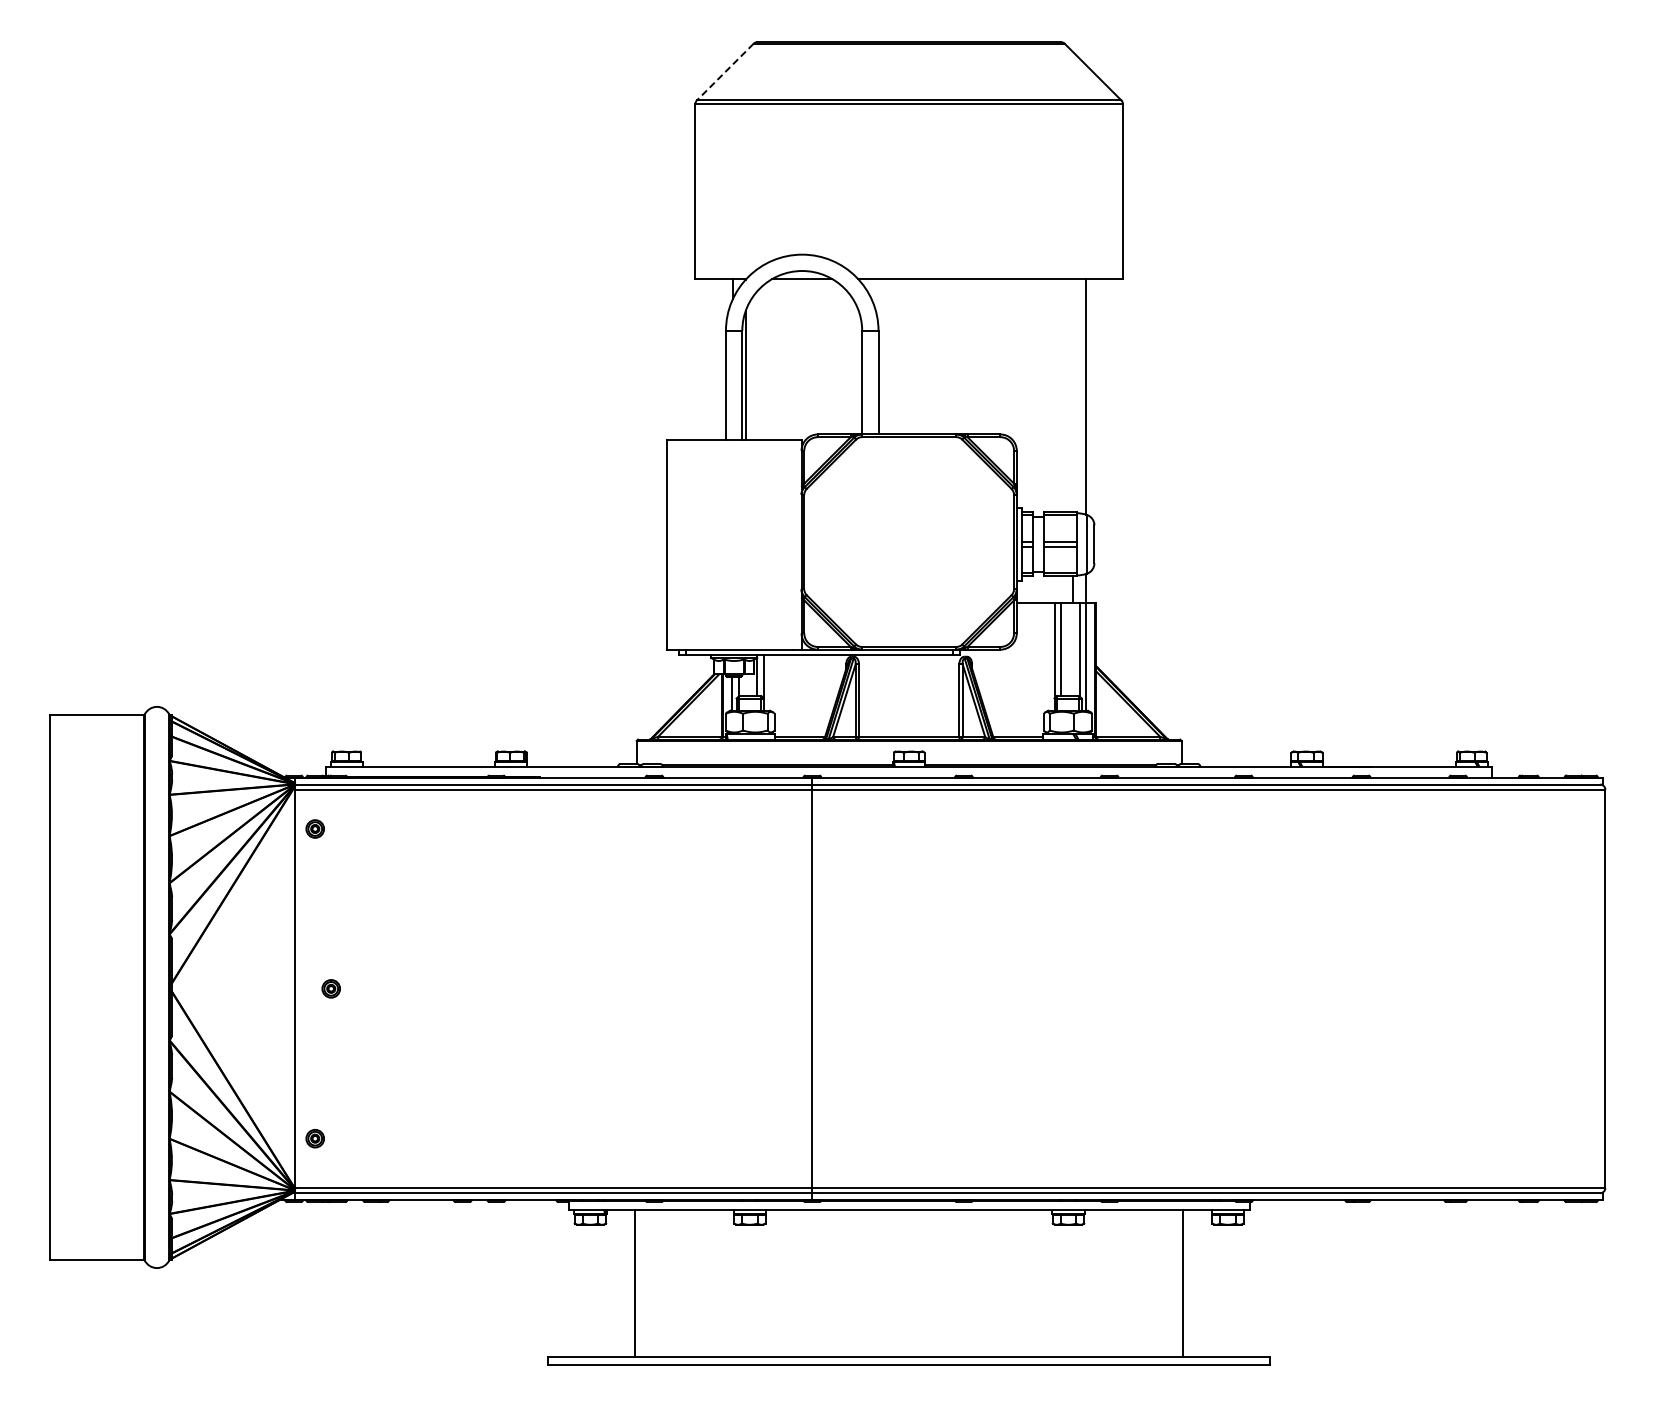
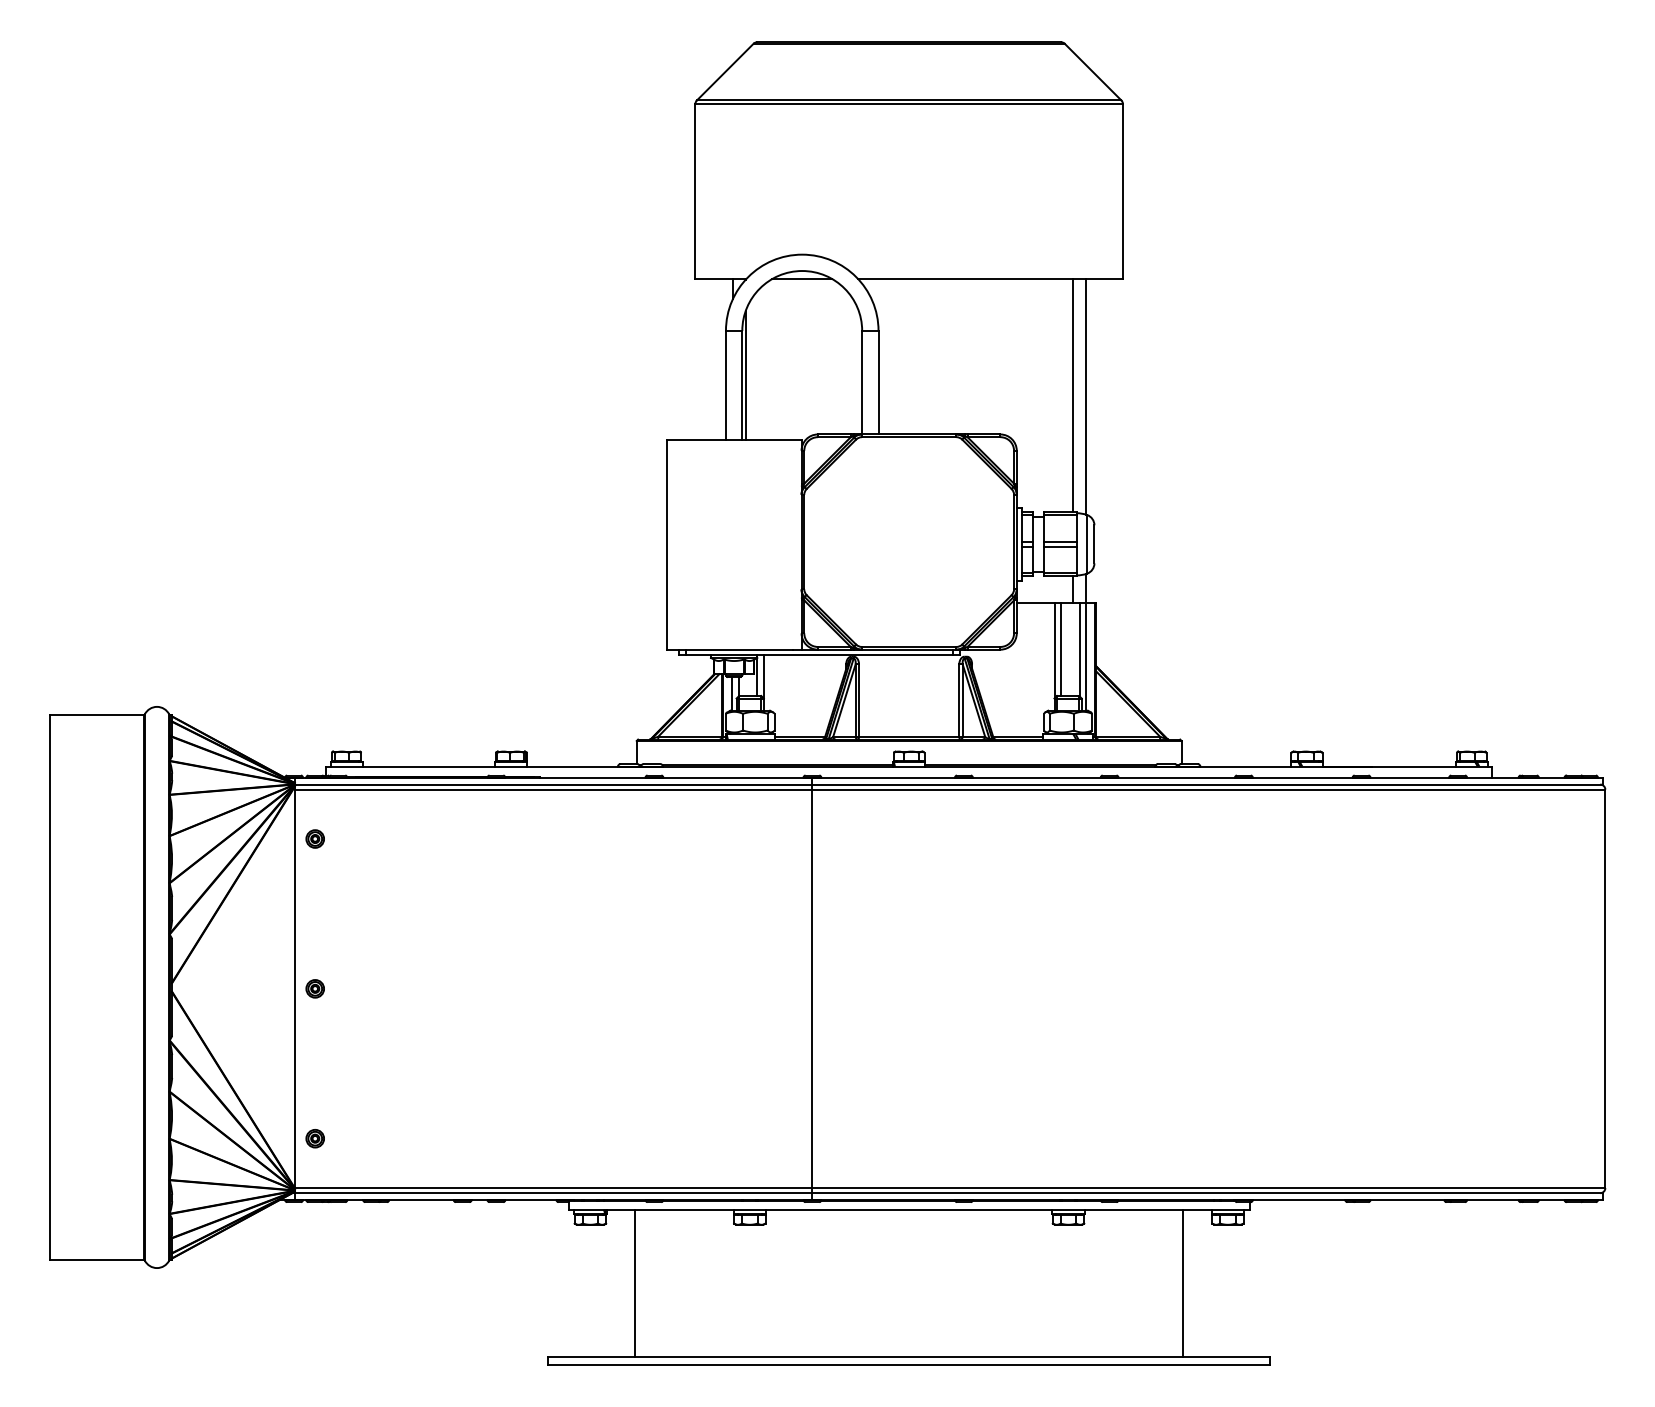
line at (724, 72): dashed -> solid
line at (1072, 395): none -> present
part at (314, 828) position: (314, 828) -> (314, 838)
part at (330, 988) position: (330, 988) -> (314, 988)
